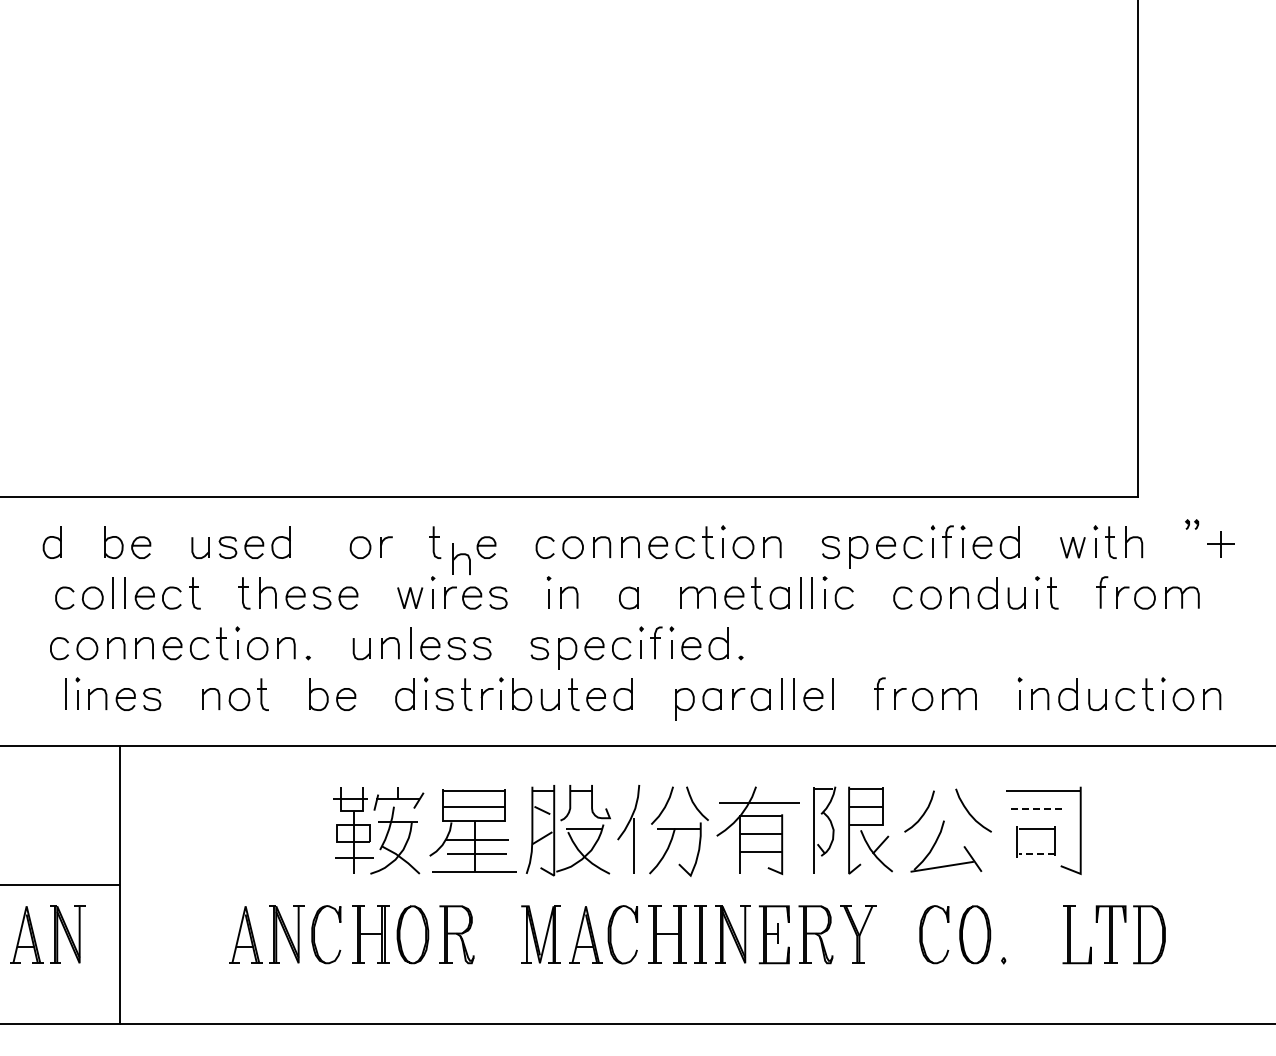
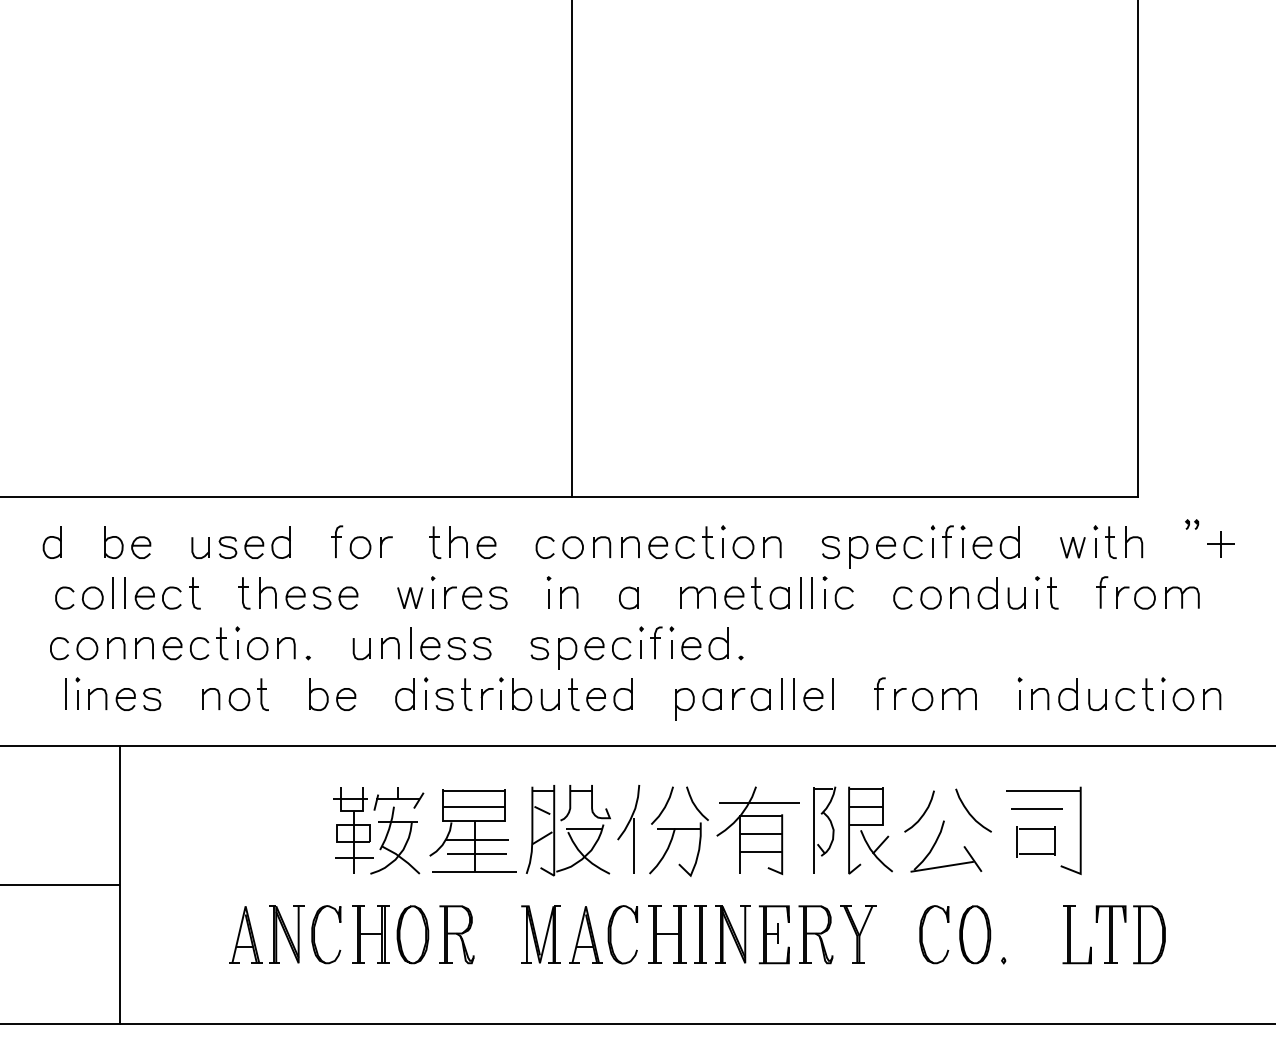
line at (571, 249): none -> present
part at (337, 541): none -> present
part at (461, 559) position: (461, 559) -> (458, 542)
line at (1037, 808): dashed -> solid
line at (1037, 853): dashed -> solid
part at (54, 934): present -> none
